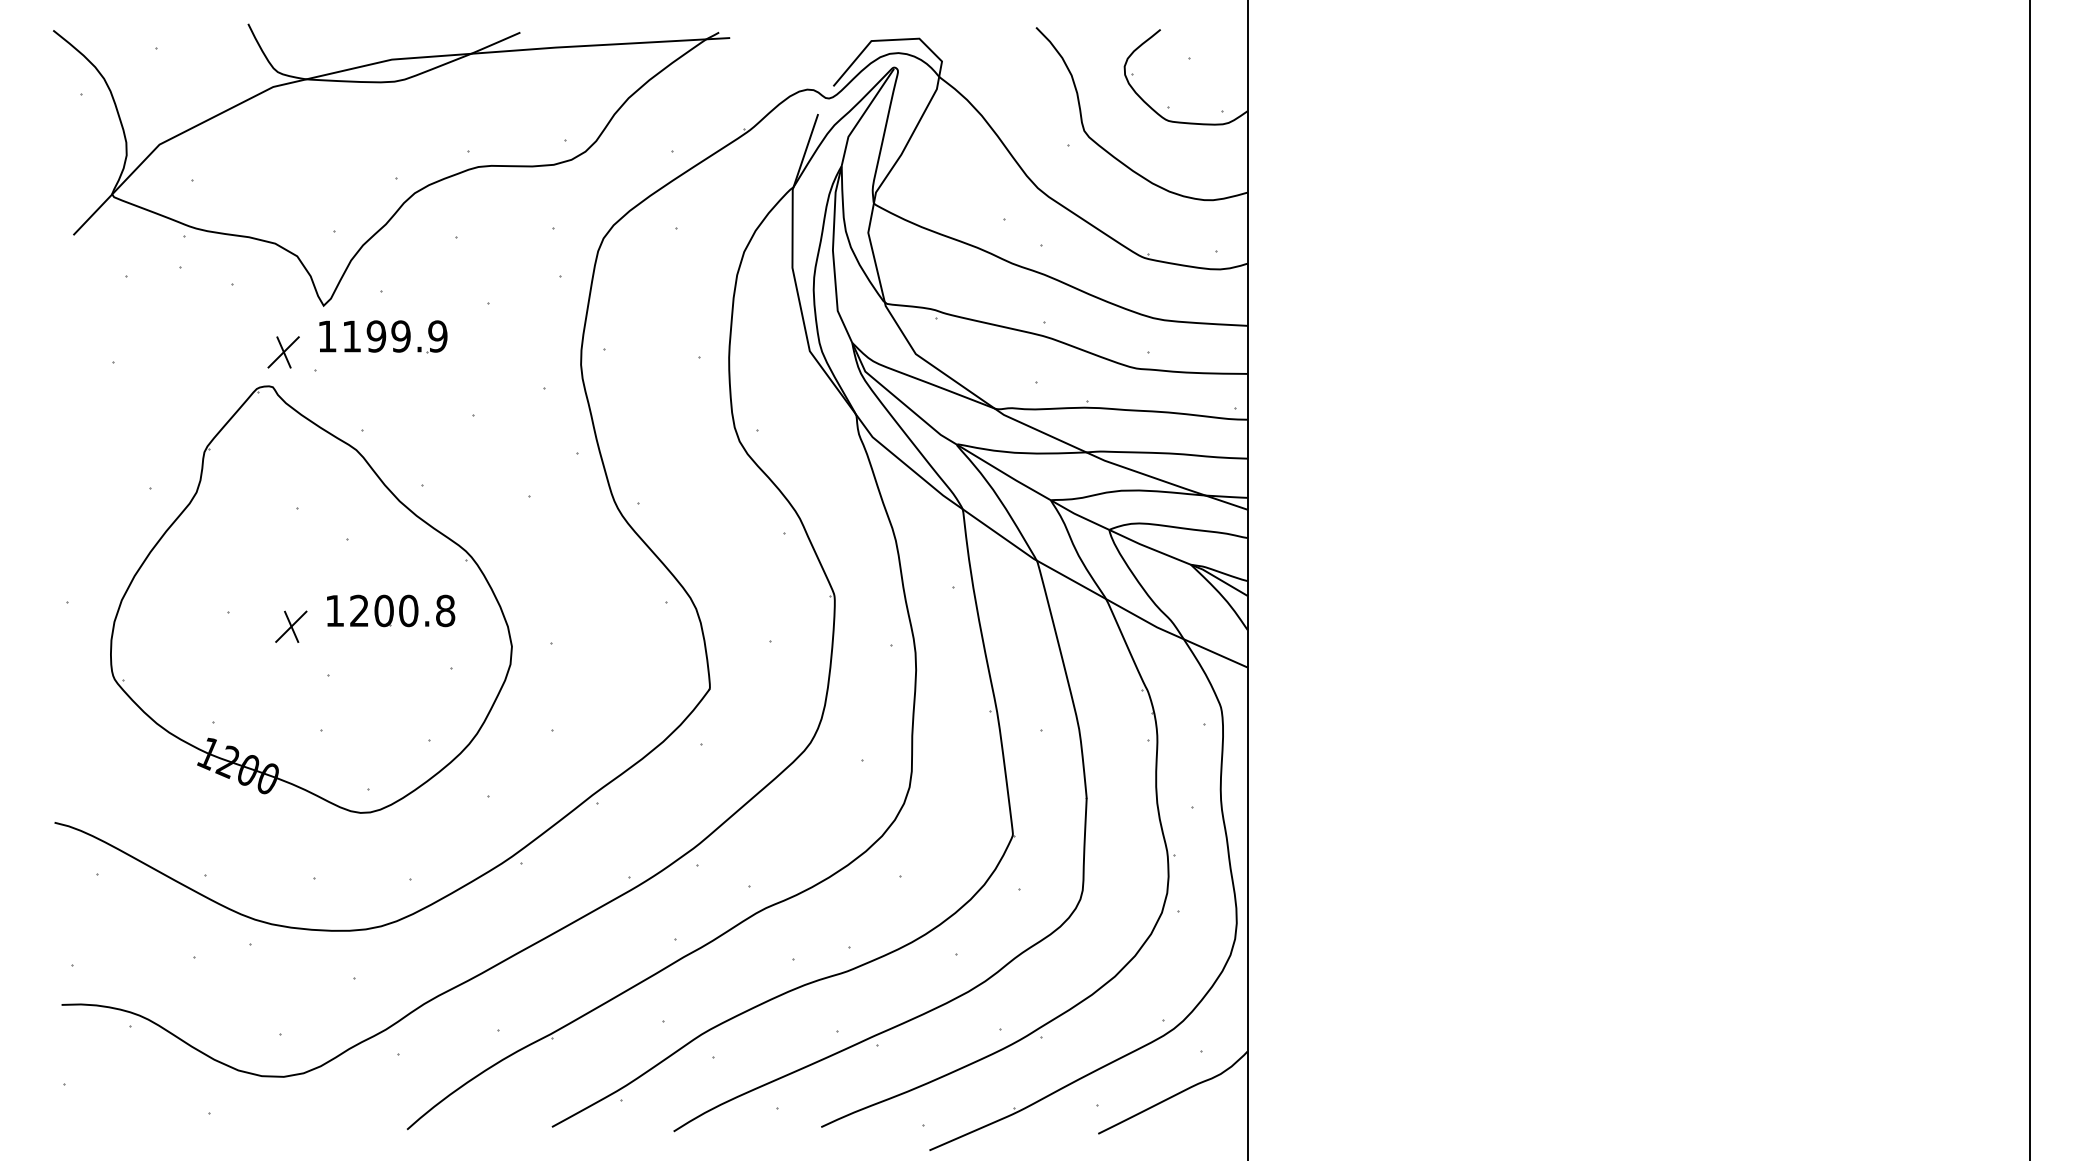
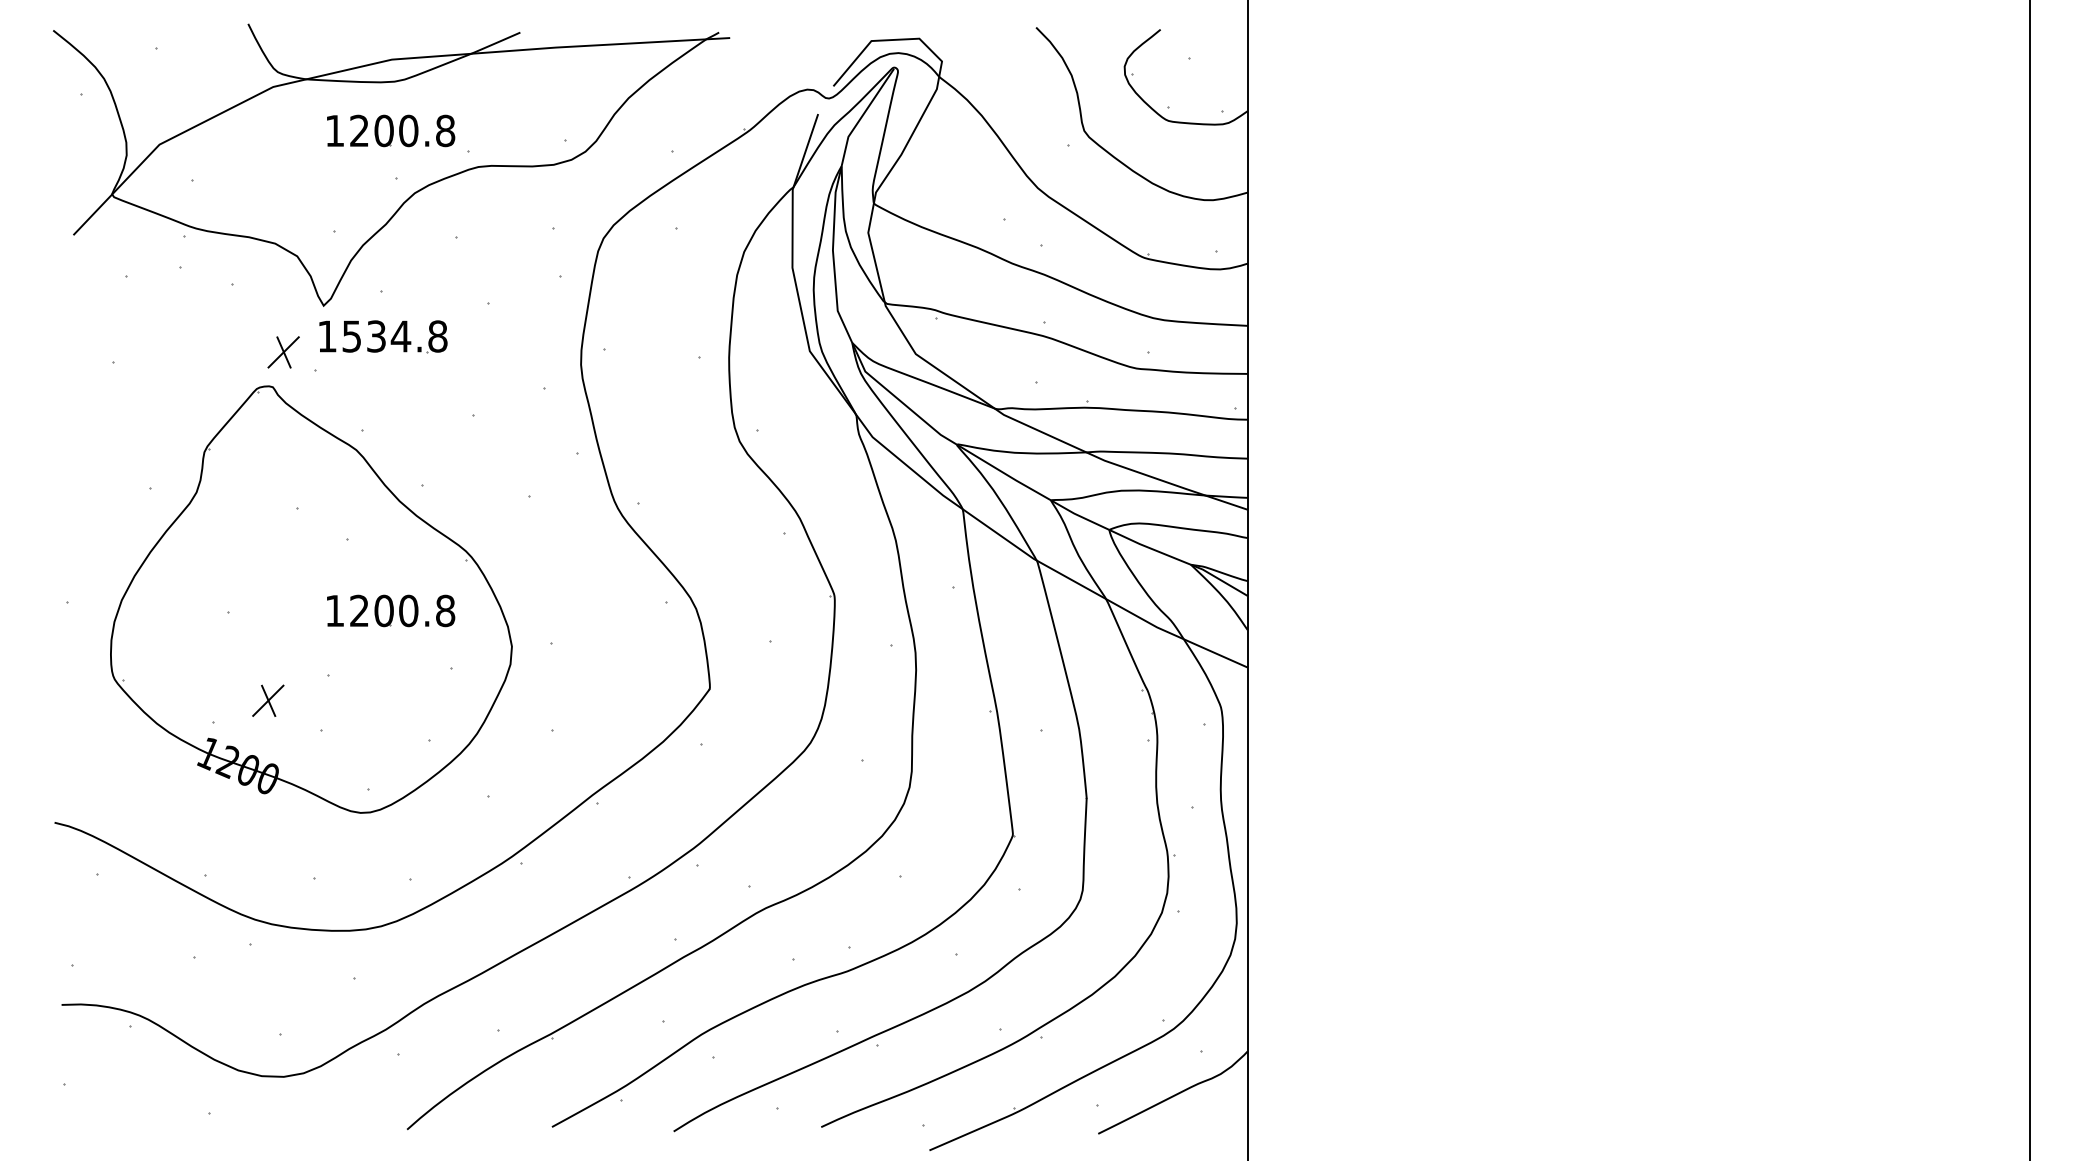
part at (391, 130): none -> present
text at (394, 336): 1199.9 -> 1534.8
part at (291, 626) position: (291, 626) -> (268, 700)
